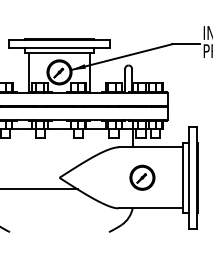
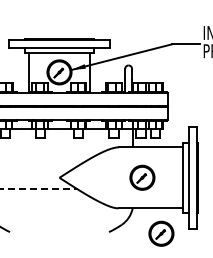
line at (39, 189): solid -> dashed
part at (161, 233): none -> present
